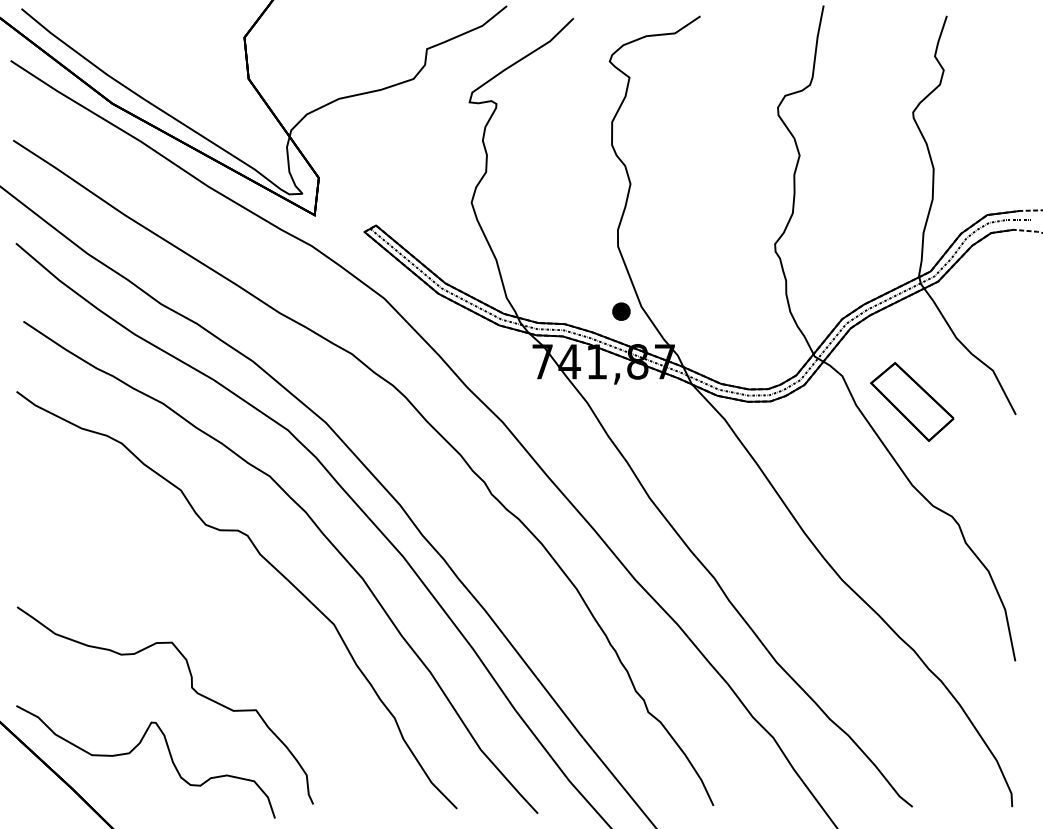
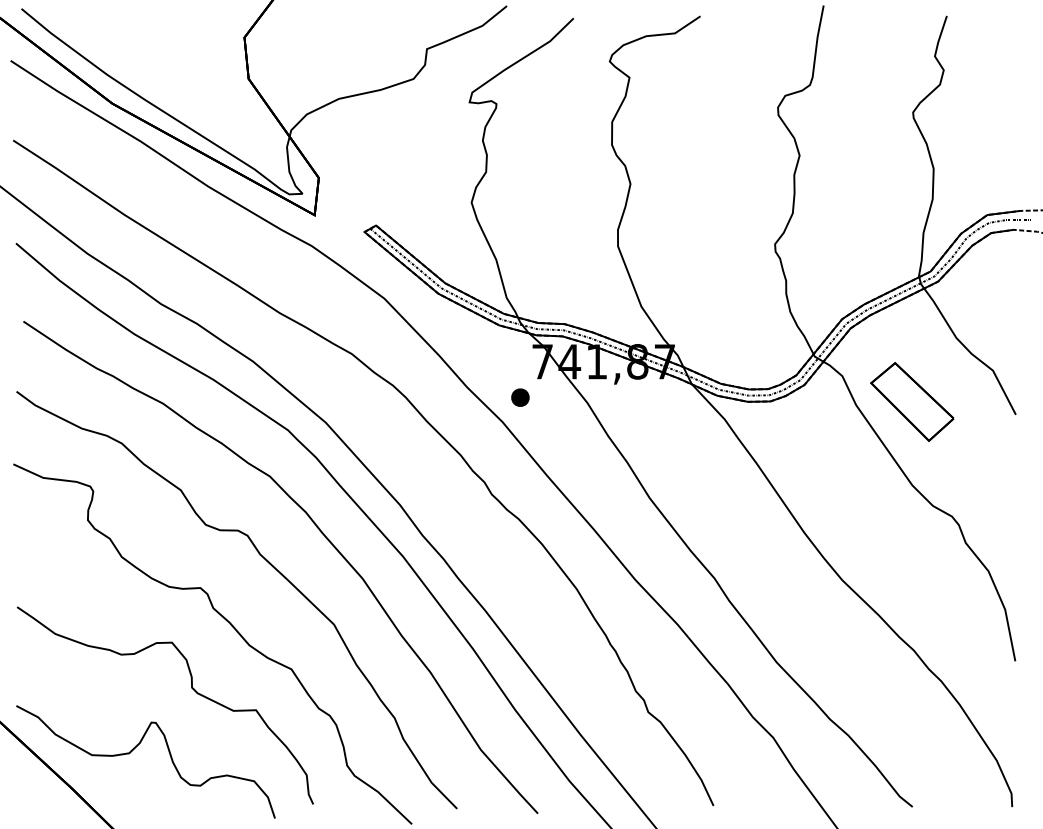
part at (621, 311) position: (621, 311) -> (520, 397)
part at (230, 625): none -> present
